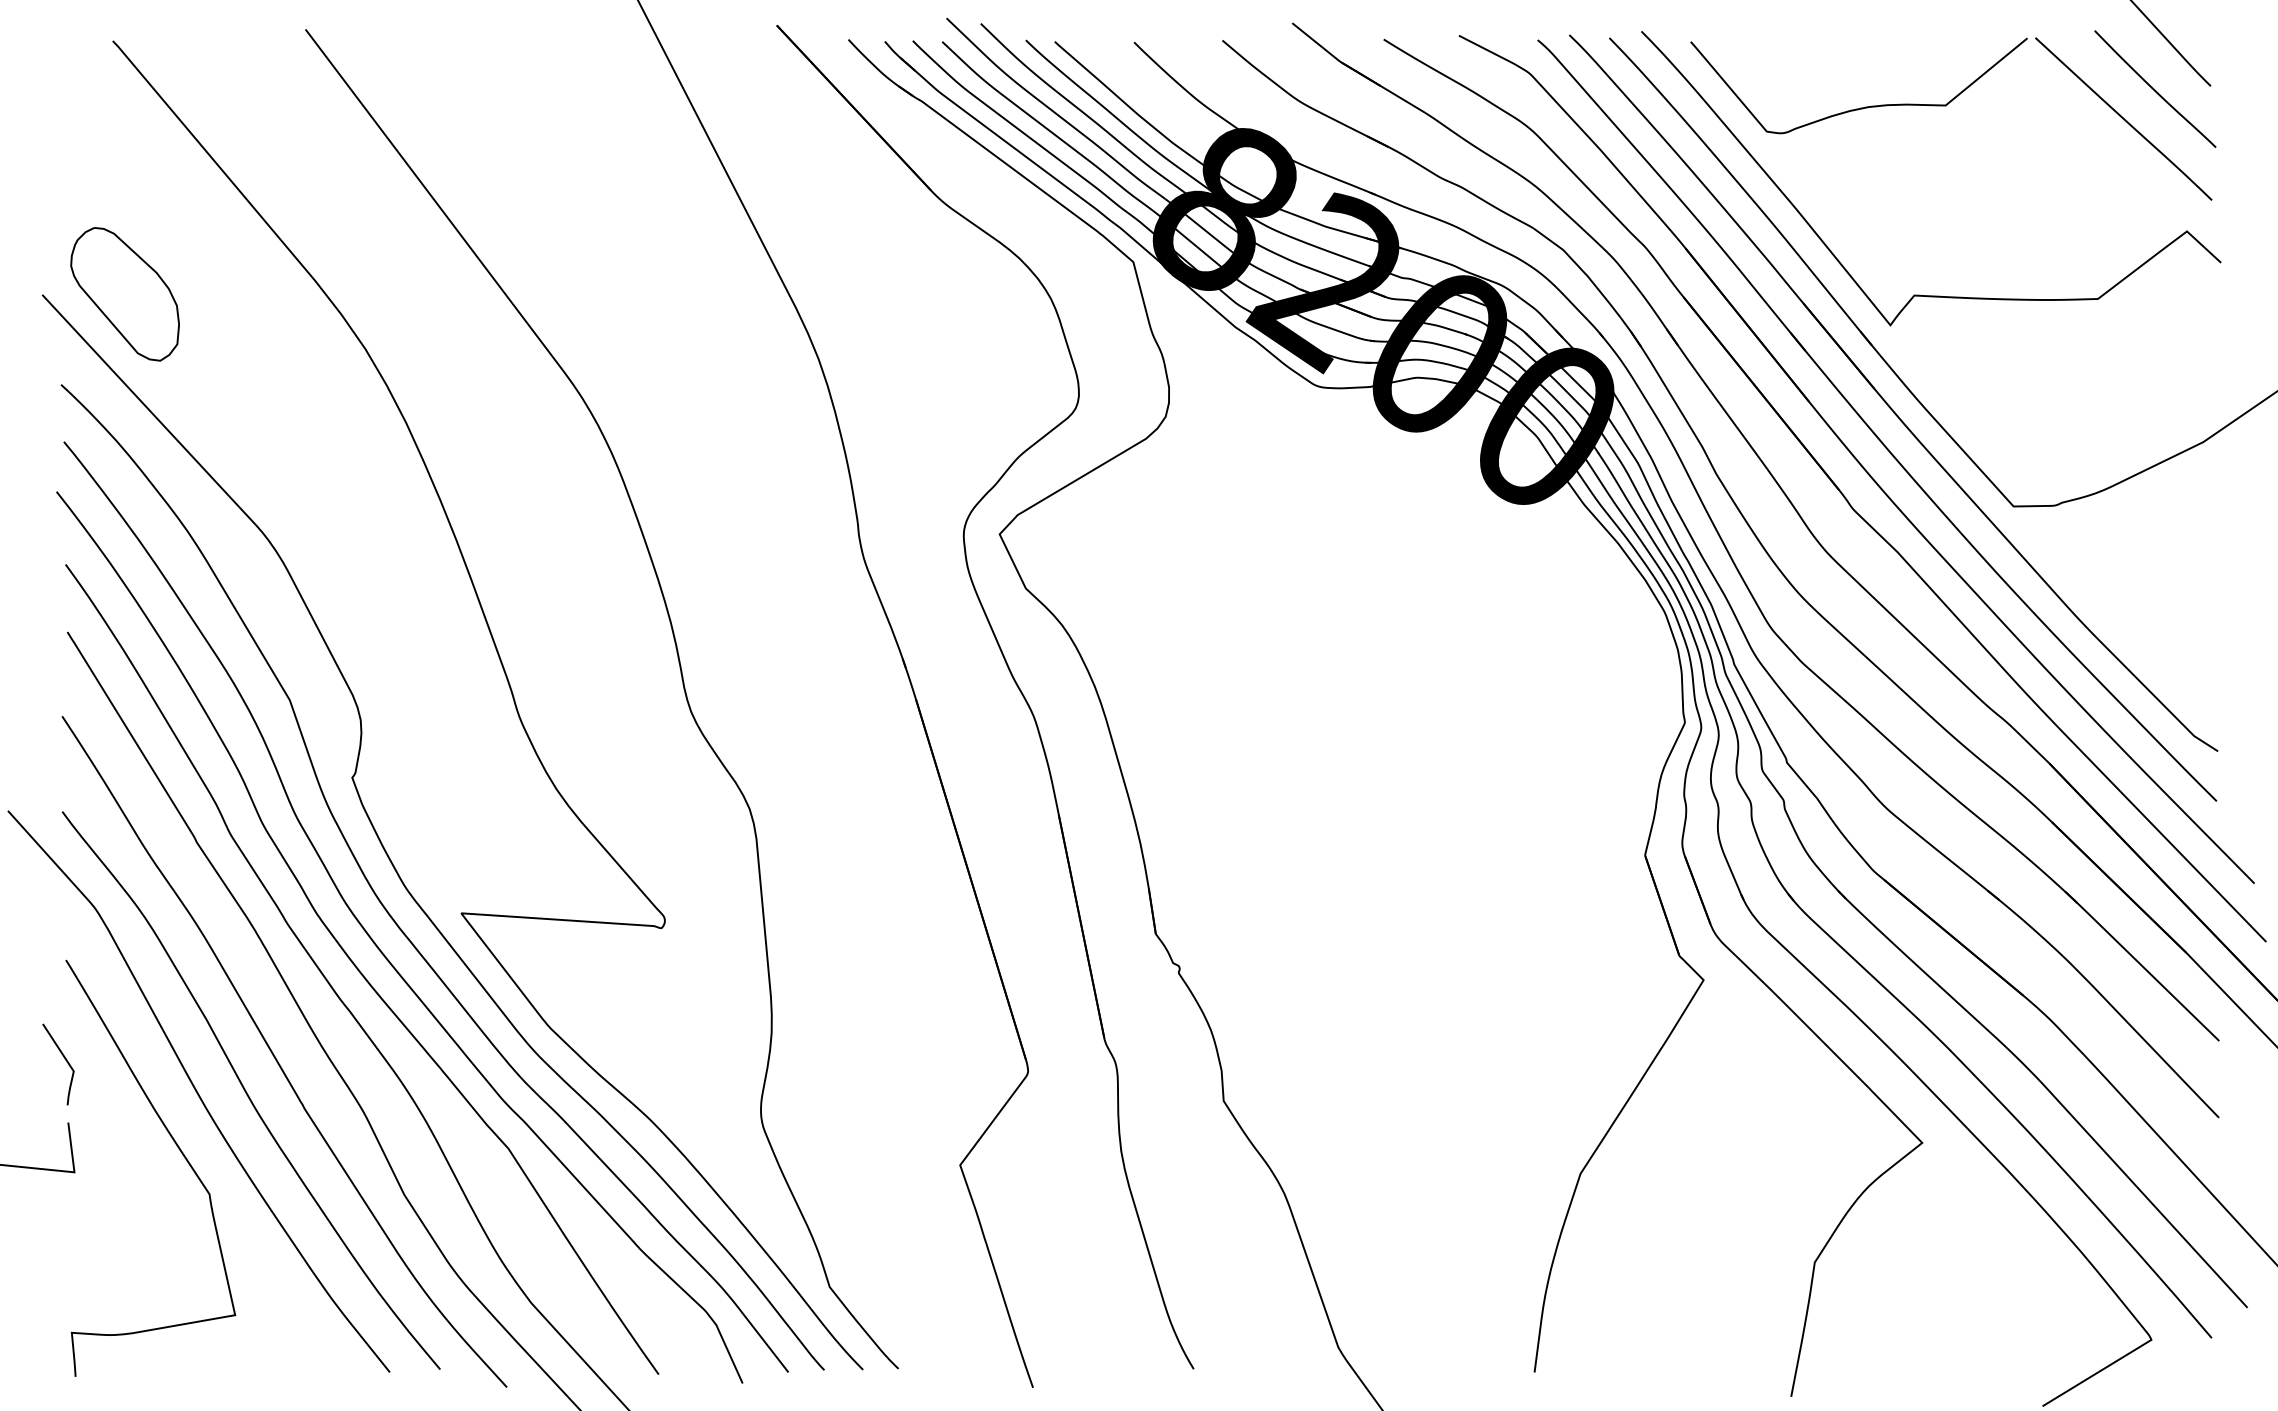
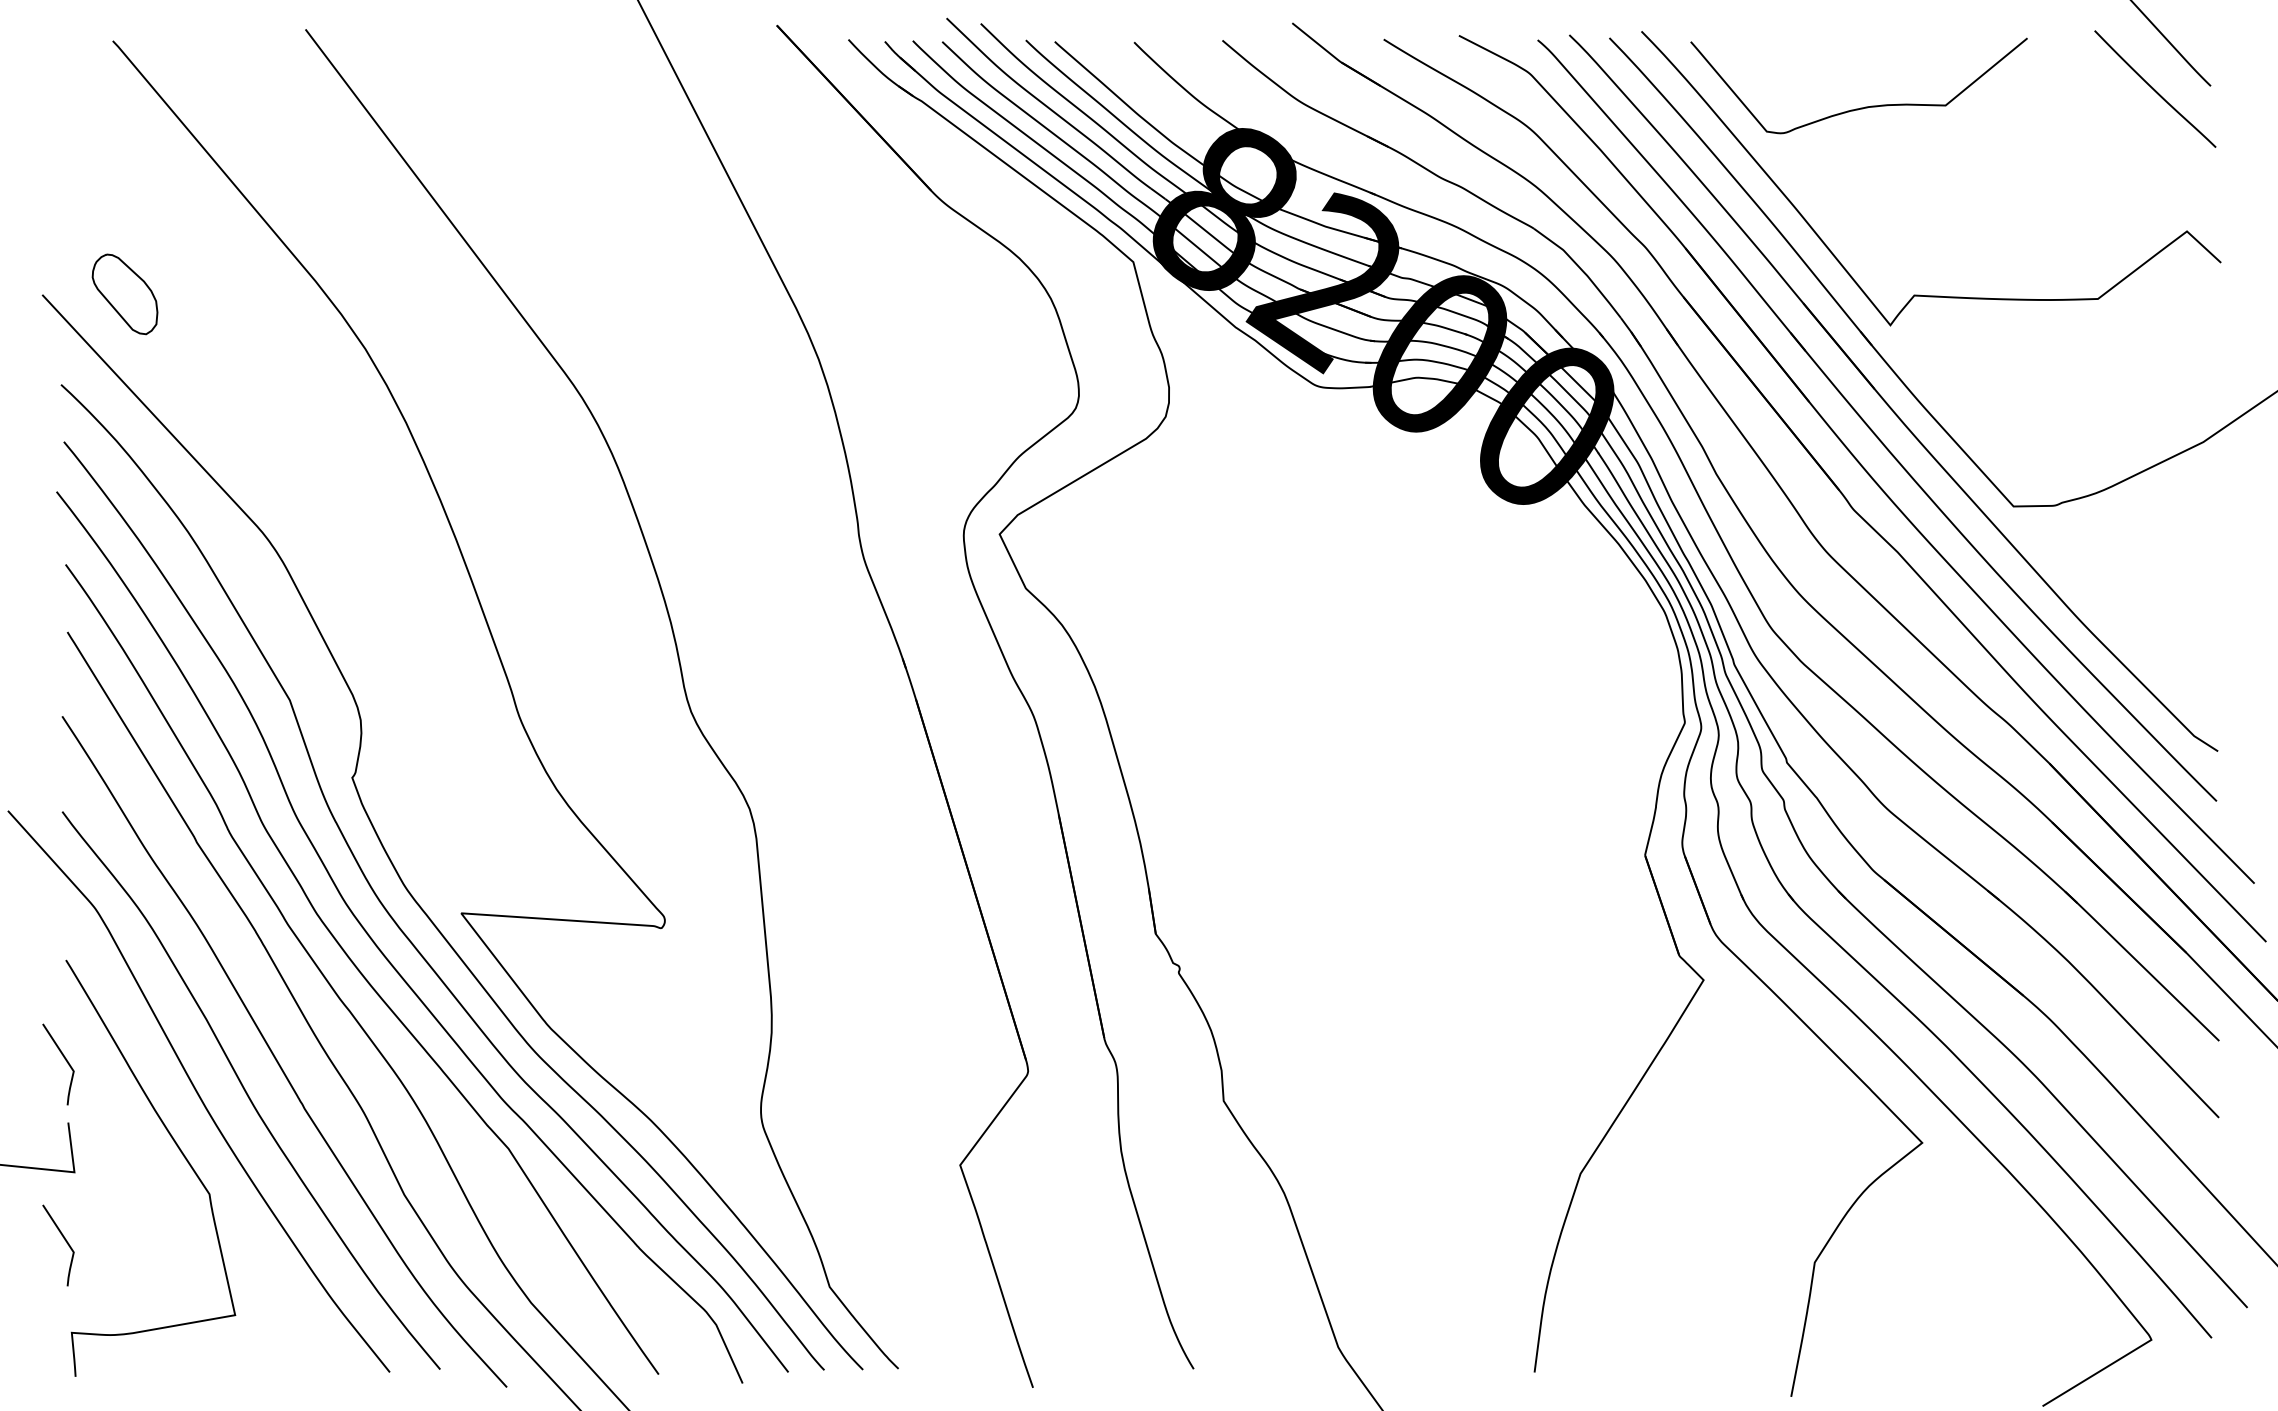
line at (2123, 118): present -> none
part at (124, 294) size: 110x135 px -> 68x83 px
line at (64, 1240): none -> present
